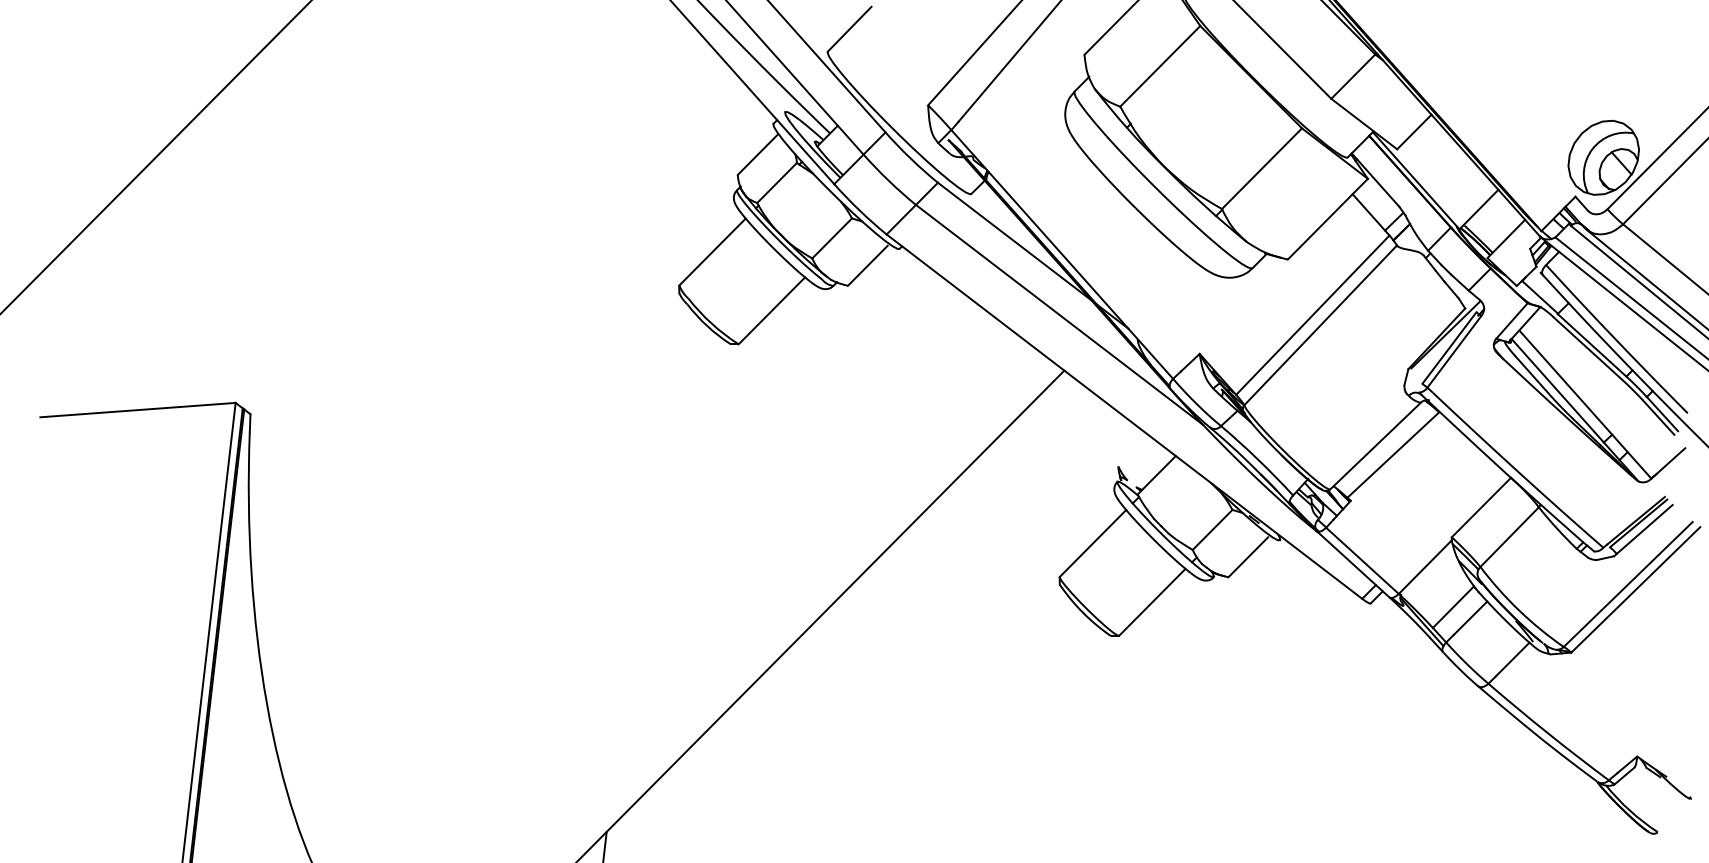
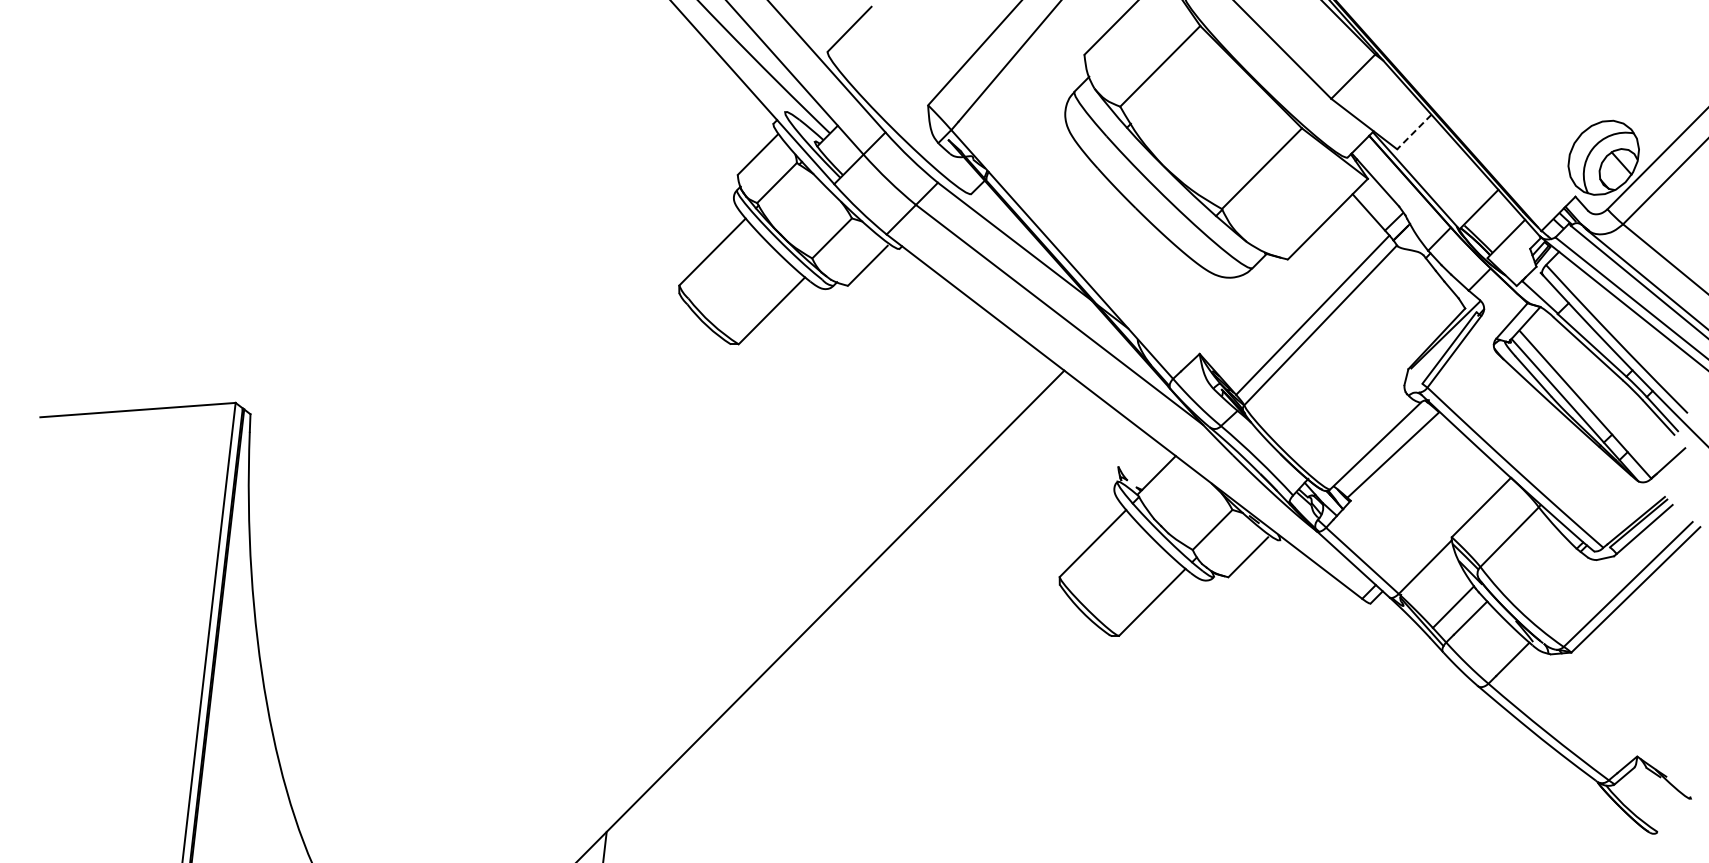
line at (1414, 132): solid -> dashed
line at (155, 157): present -> none
